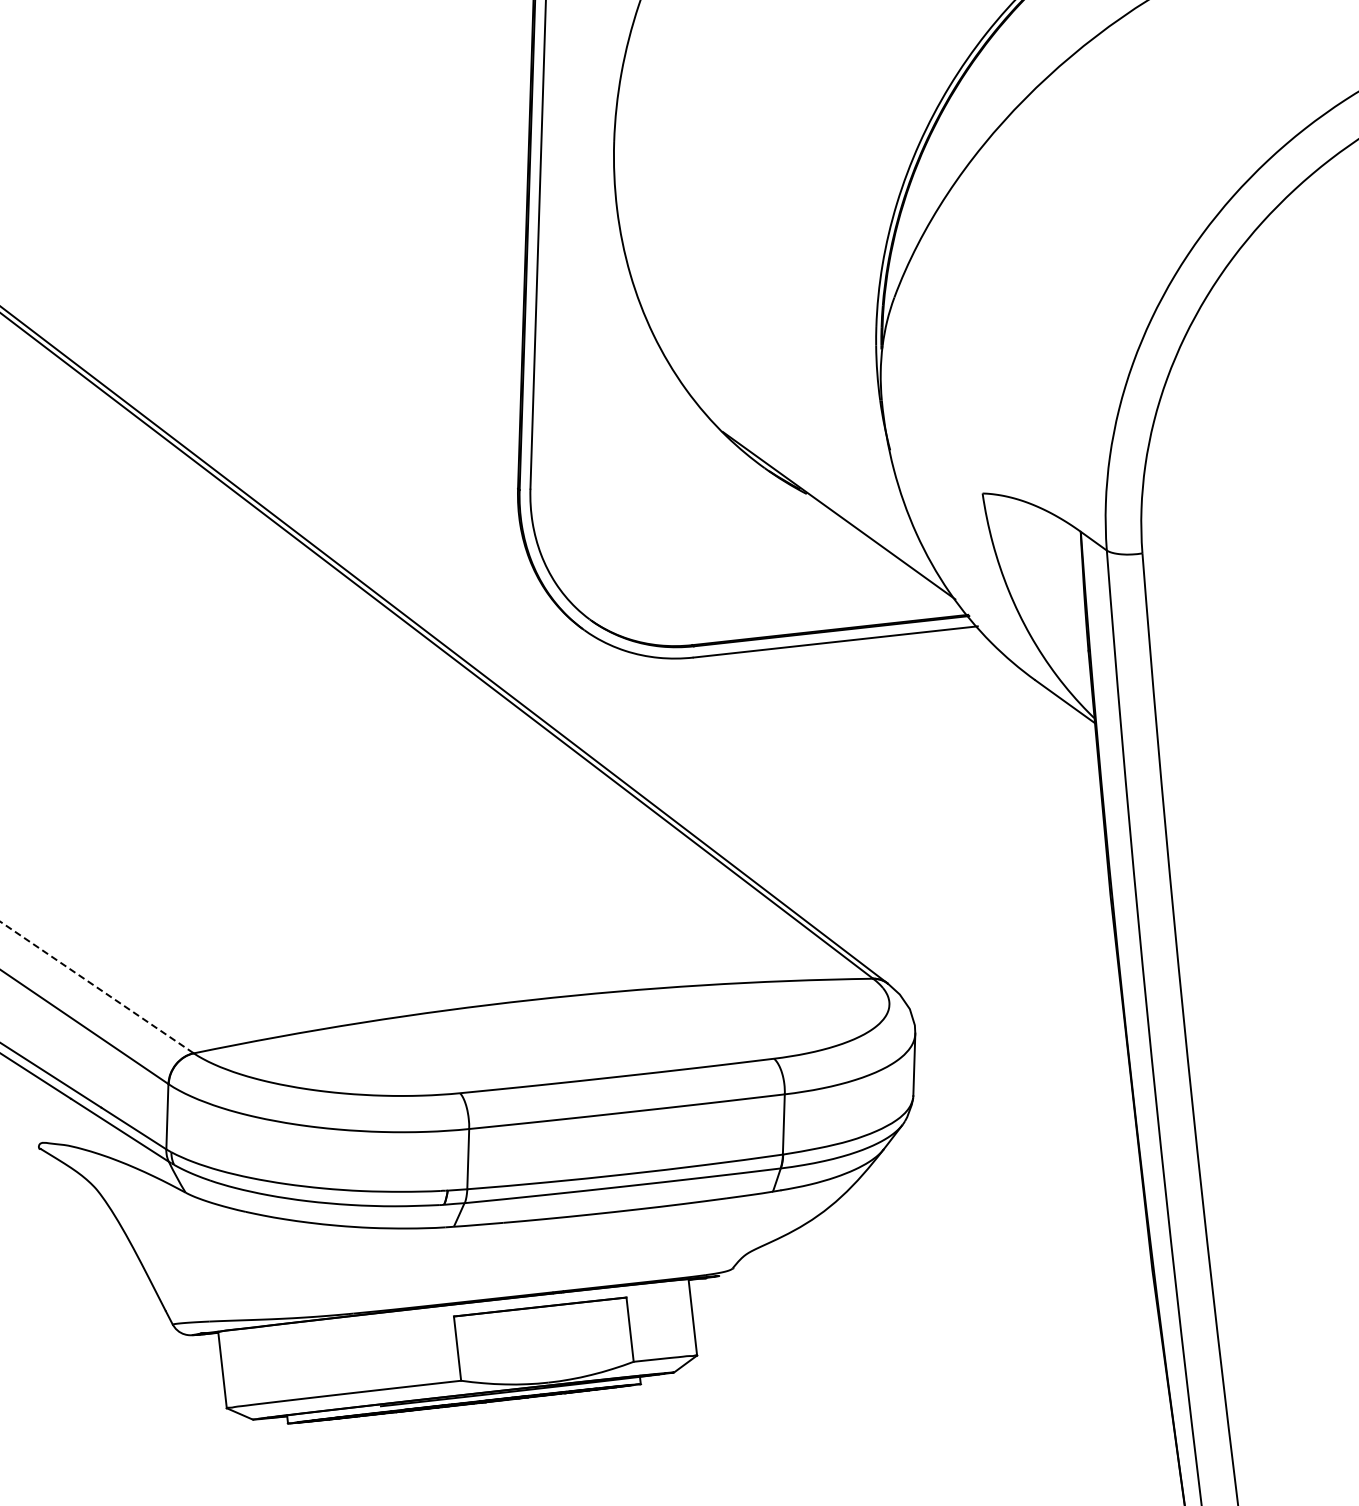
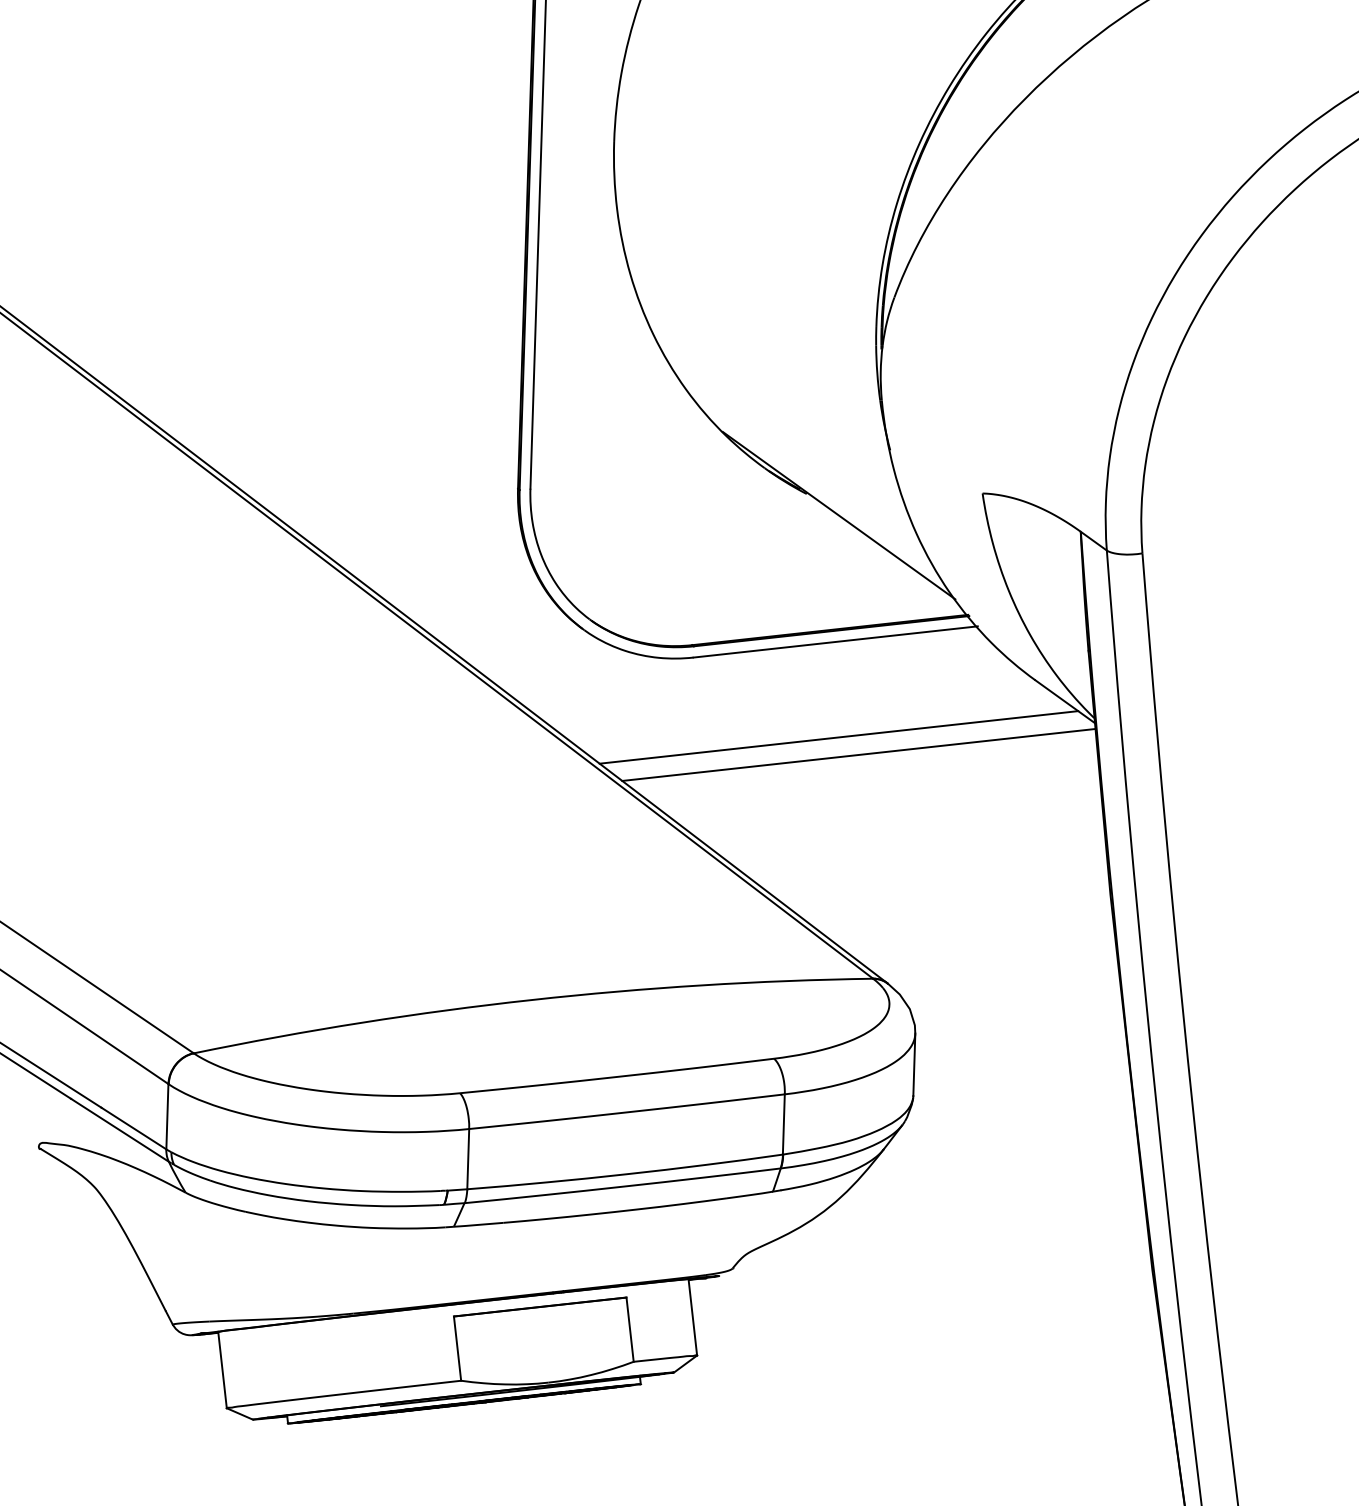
line at (838, 737): none -> present
line at (858, 754): none -> present
line at (96, 987): dashed -> solid
